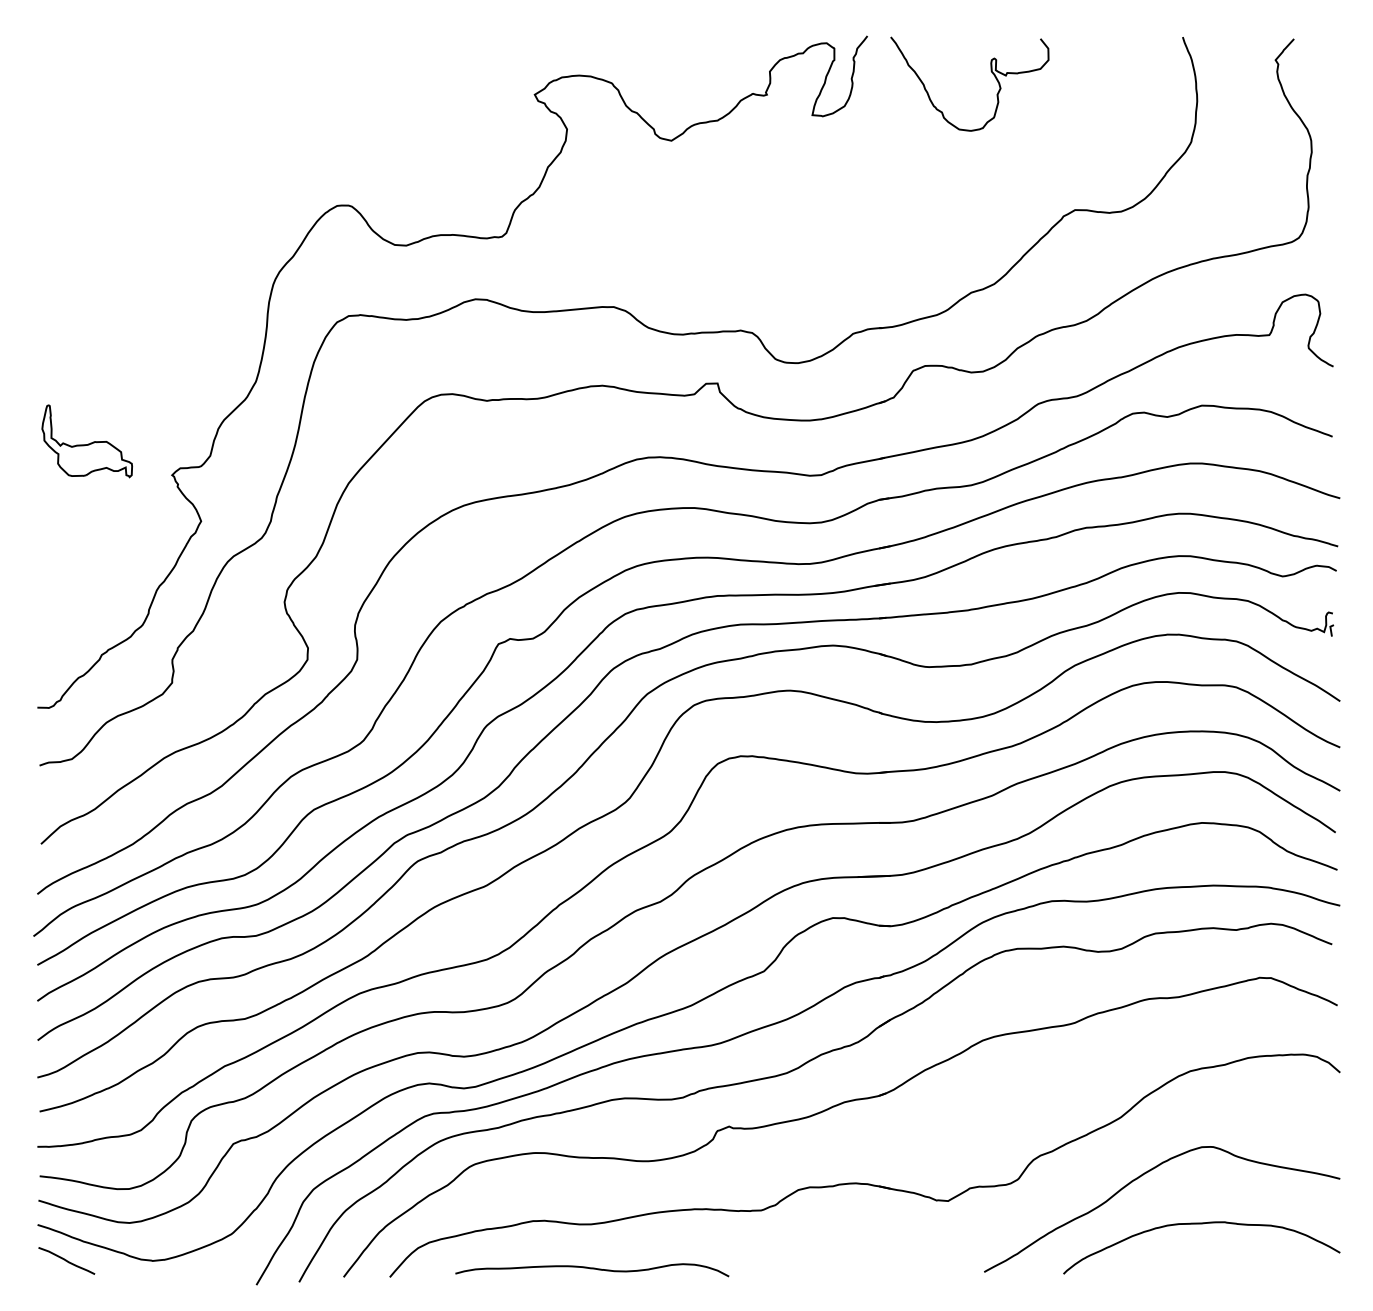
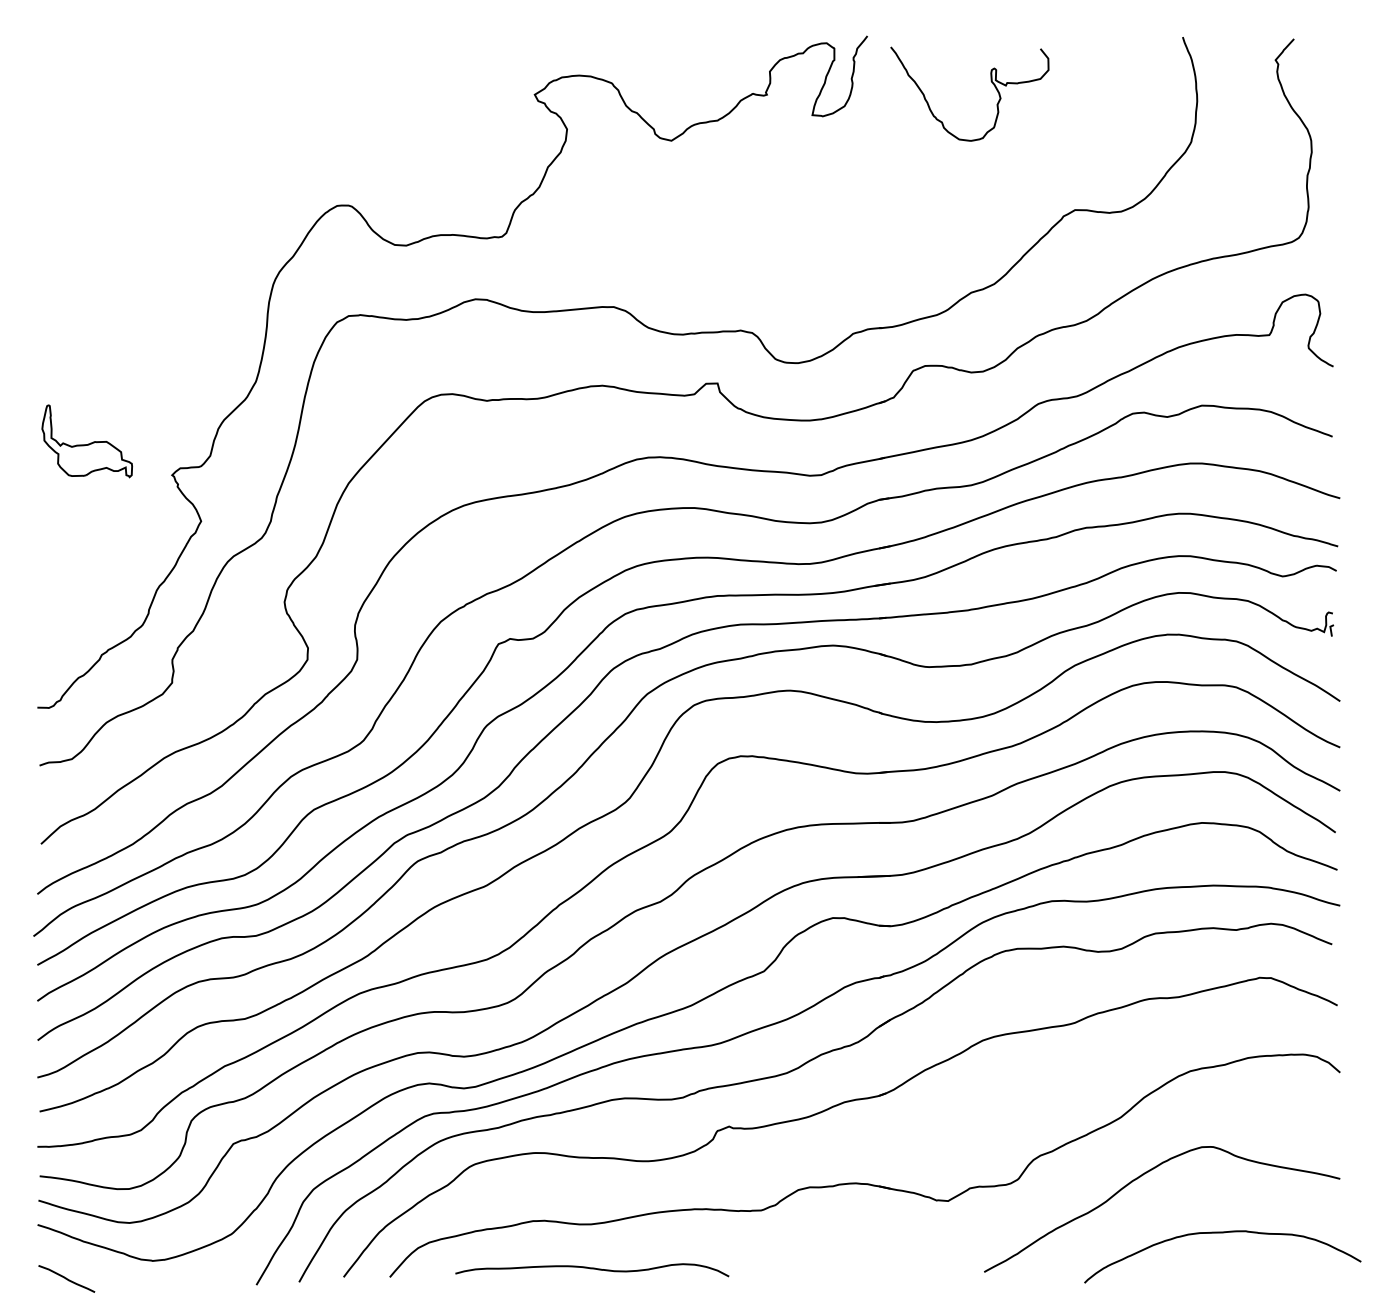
curve at (990, 71) position: (990, 71) -> (990, 81)
curve at (1201, 1224) position: (1201, 1224) -> (1222, 1233)
curve at (66, 1260) position: (66, 1260) -> (66, 1278)
